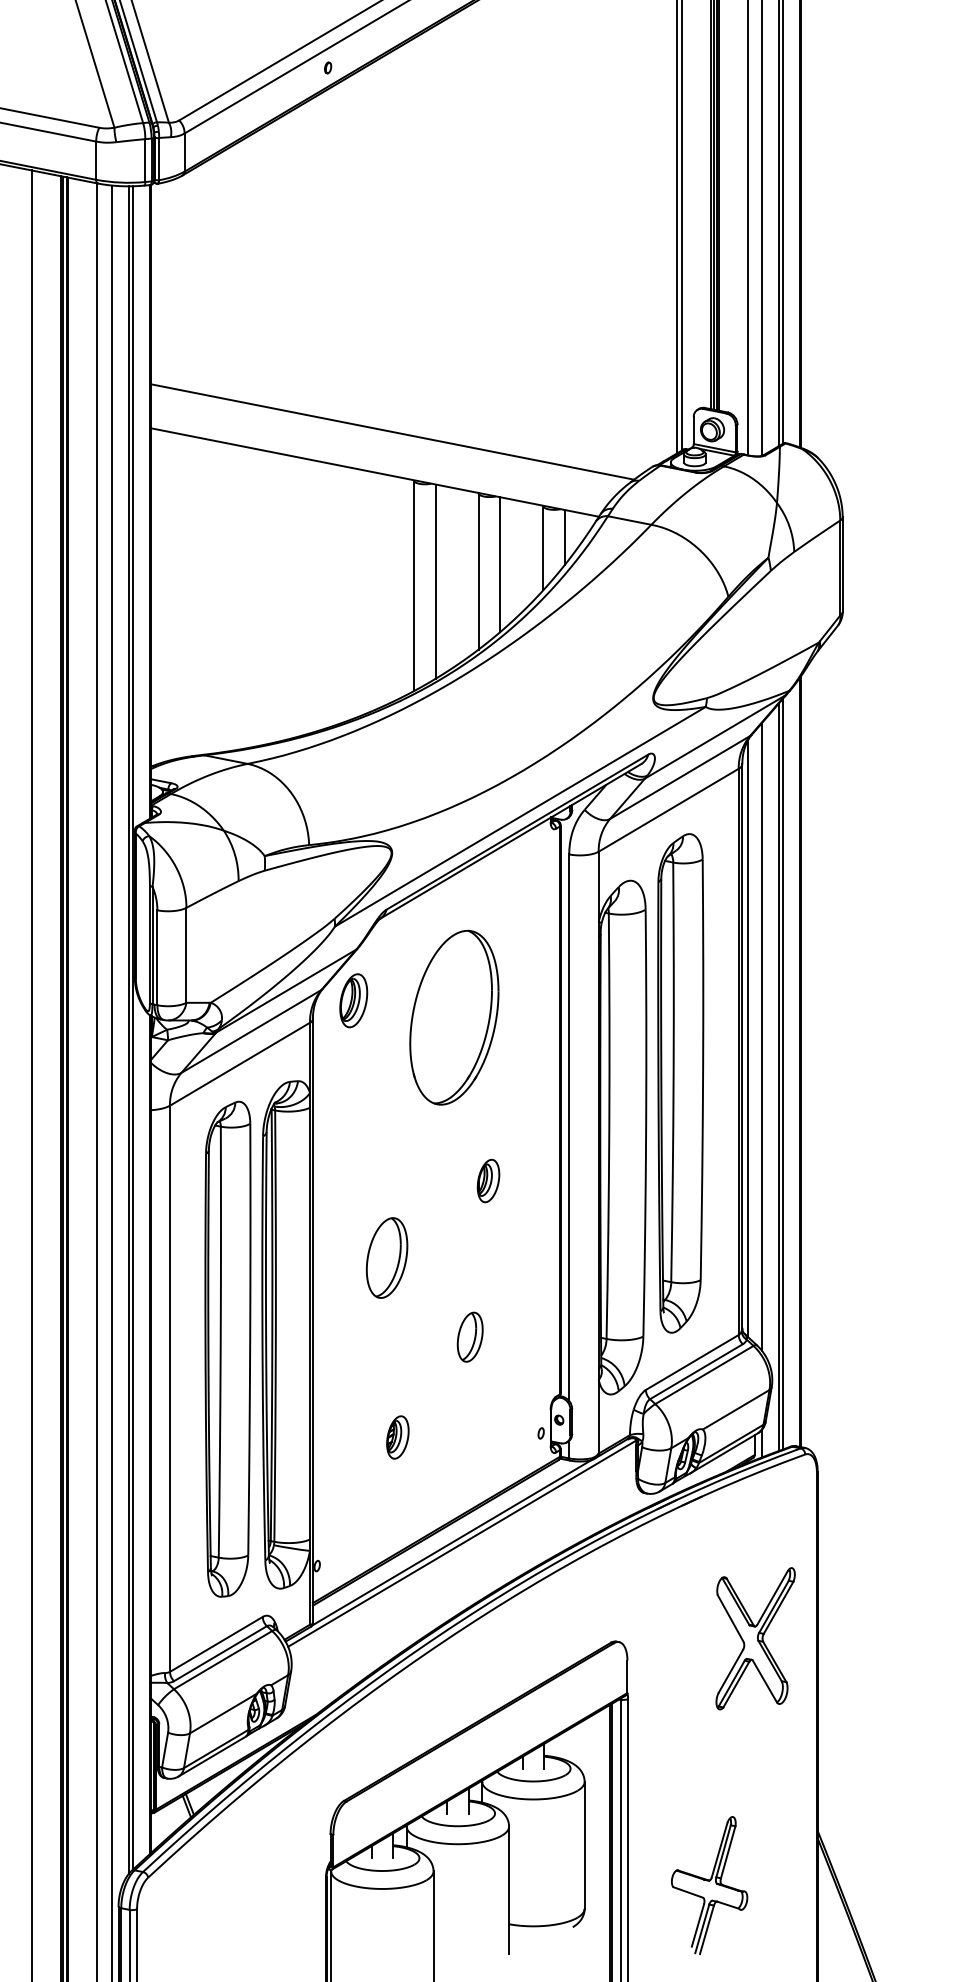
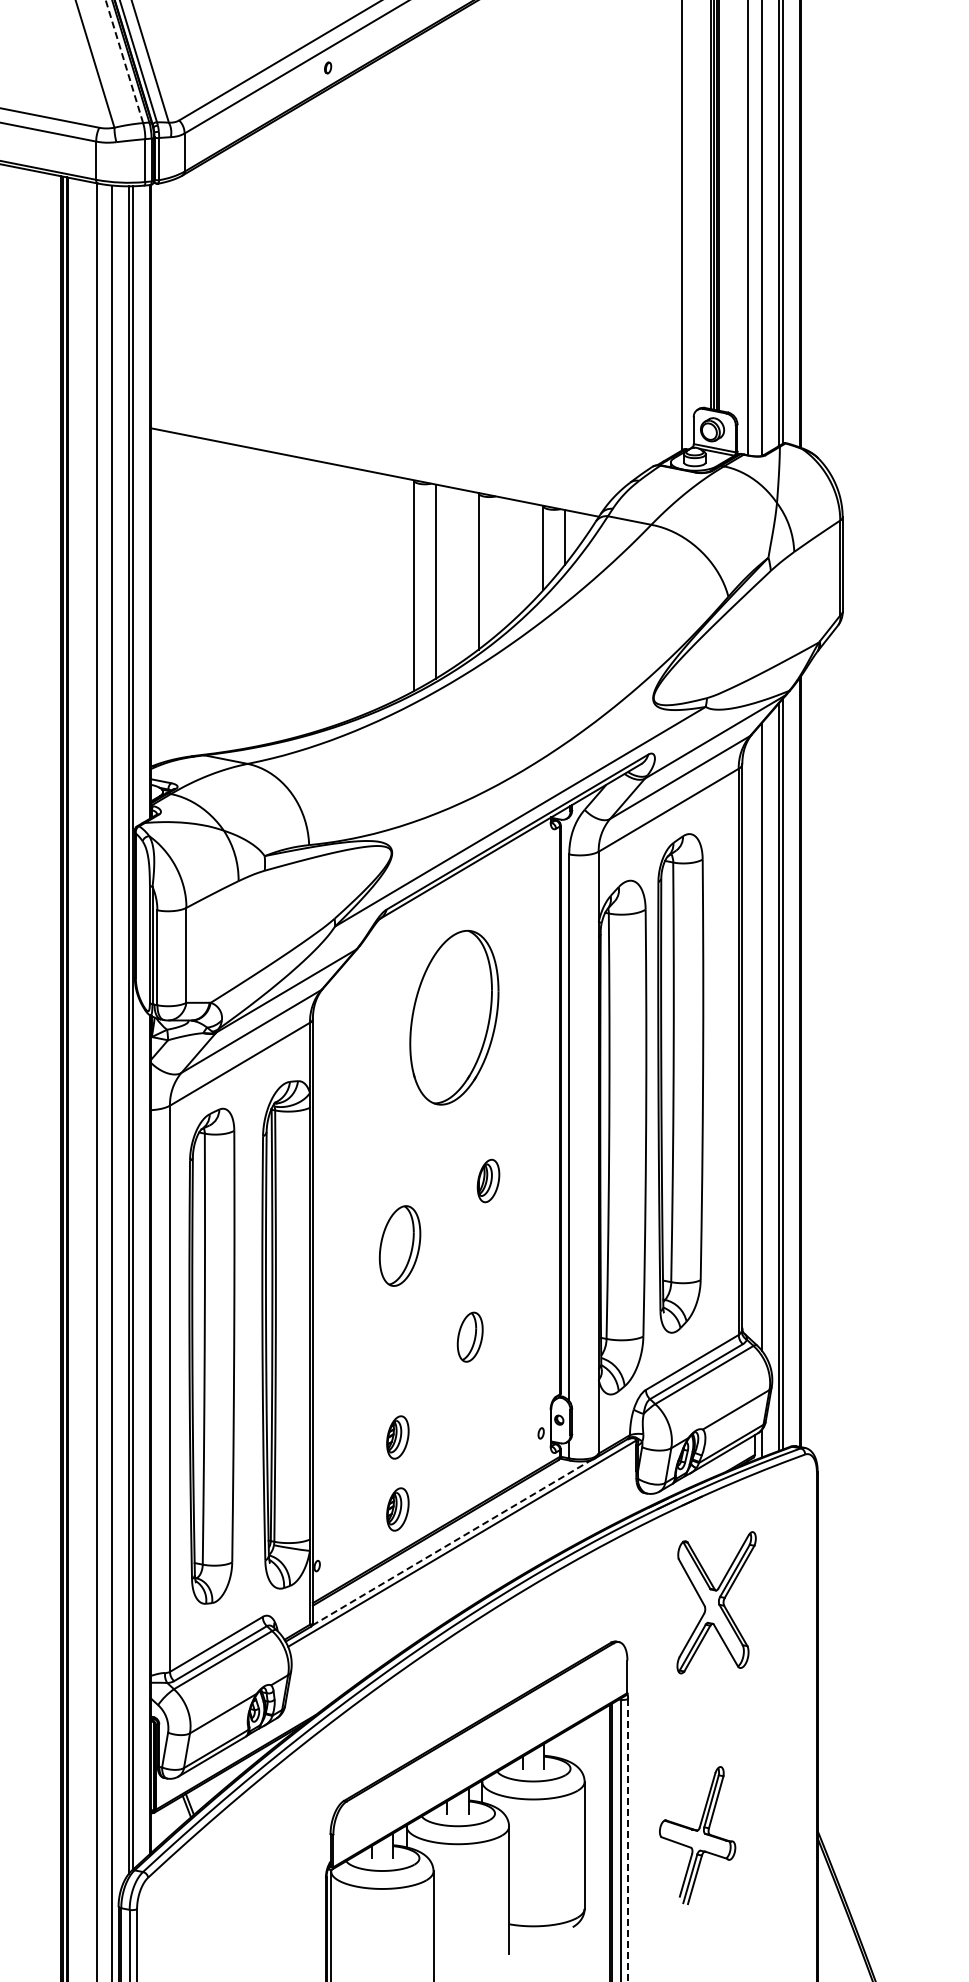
line at (124, 61): solid -> dashed
line at (676, 227): present -> none
line at (392, 431): present -> none
line at (500, 564): present -> none
part at (353, 1000): present -> none
line at (747, 1038): present -> none
line at (31, 1074): present -> none
part at (386, 1257) position: (386, 1257) -> (399, 1245)
part at (227, 1348) position: (227, 1348) -> (211, 1355)
part at (397, 1509): none -> present
line at (452, 1542): solid -> dashed
part at (755, 1638) position: (755, 1638) -> (716, 1602)
line at (628, 1840): solid -> dashed
part at (709, 1885) position: (709, 1885) -> (697, 1835)
